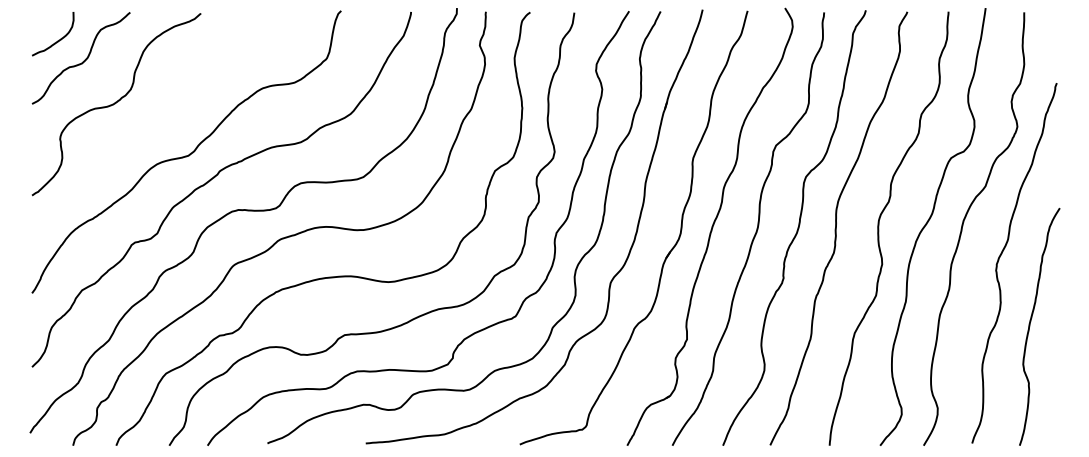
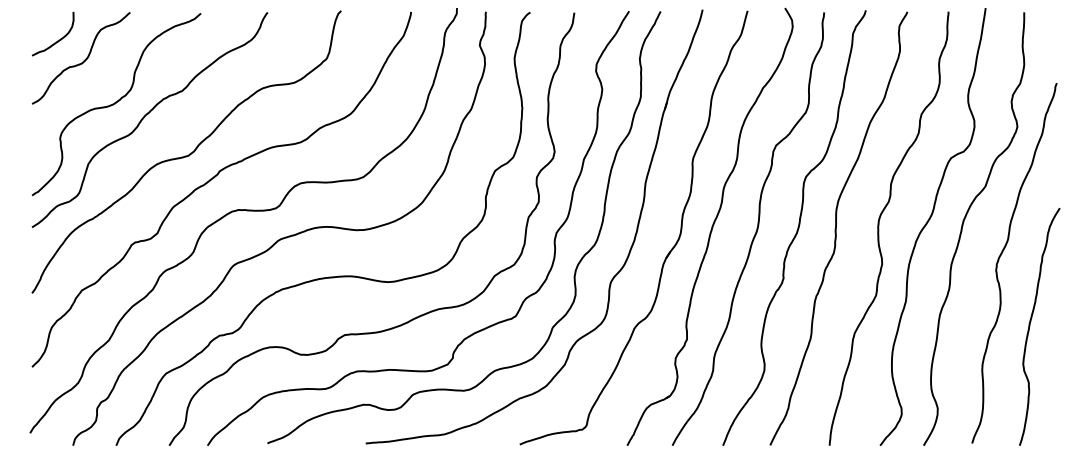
curve at (146, 115): none -> present
